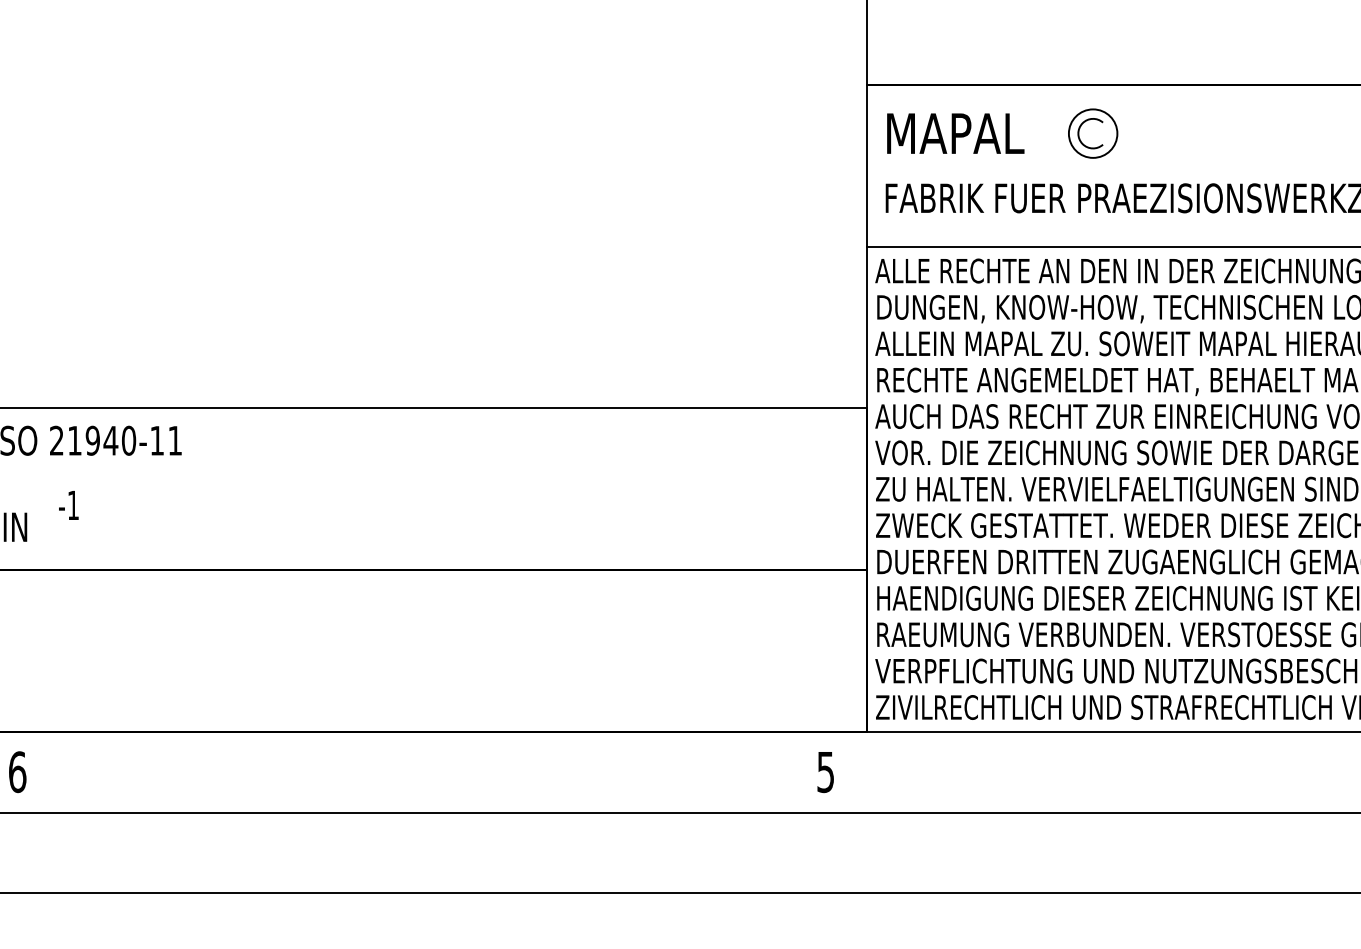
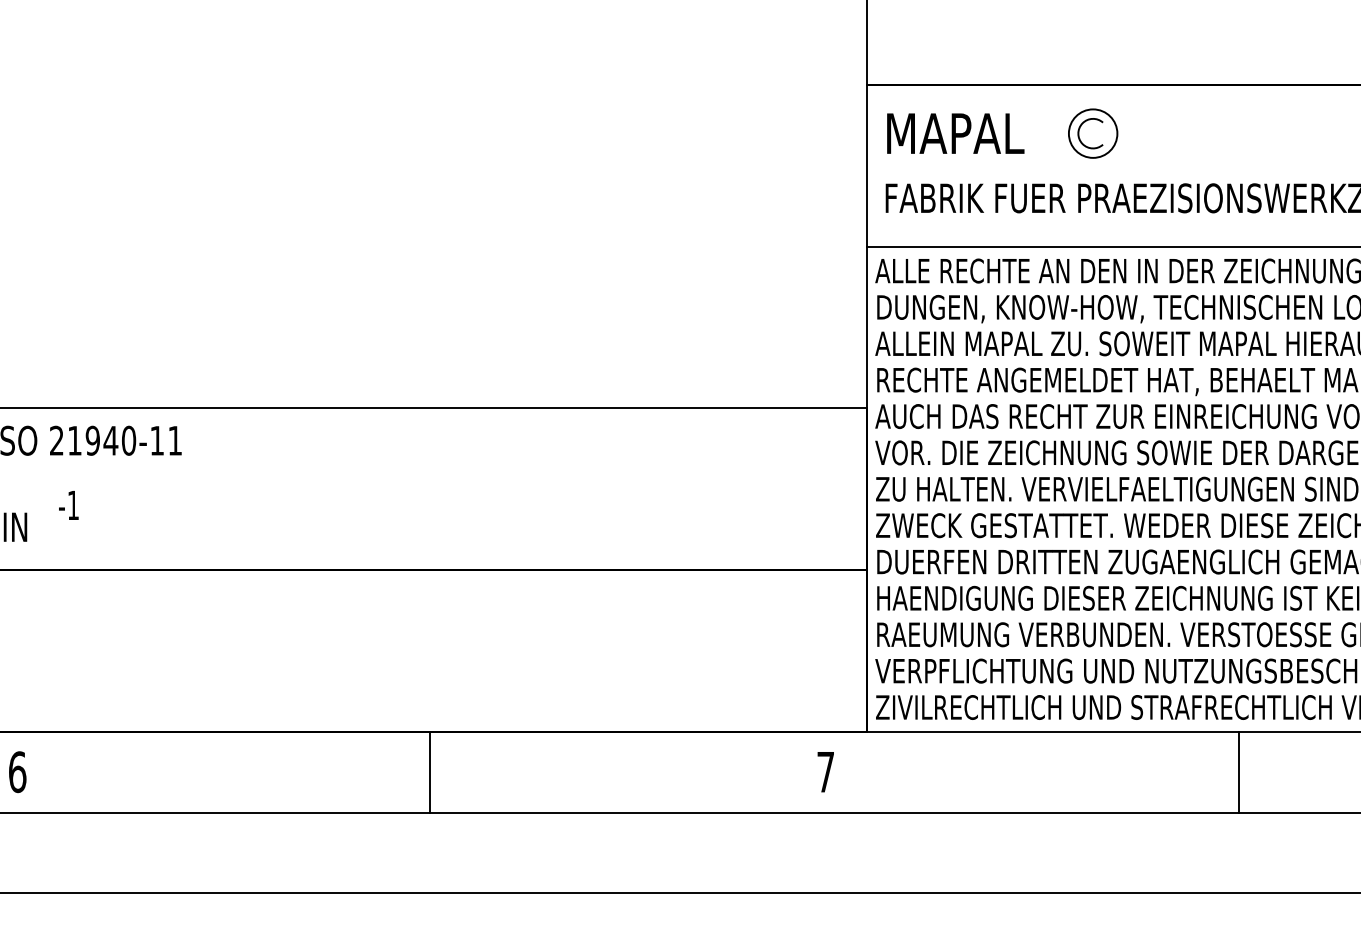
line at (430, 771): none -> present
line at (1238, 771): none -> present
text at (825, 772): 5 -> 7
